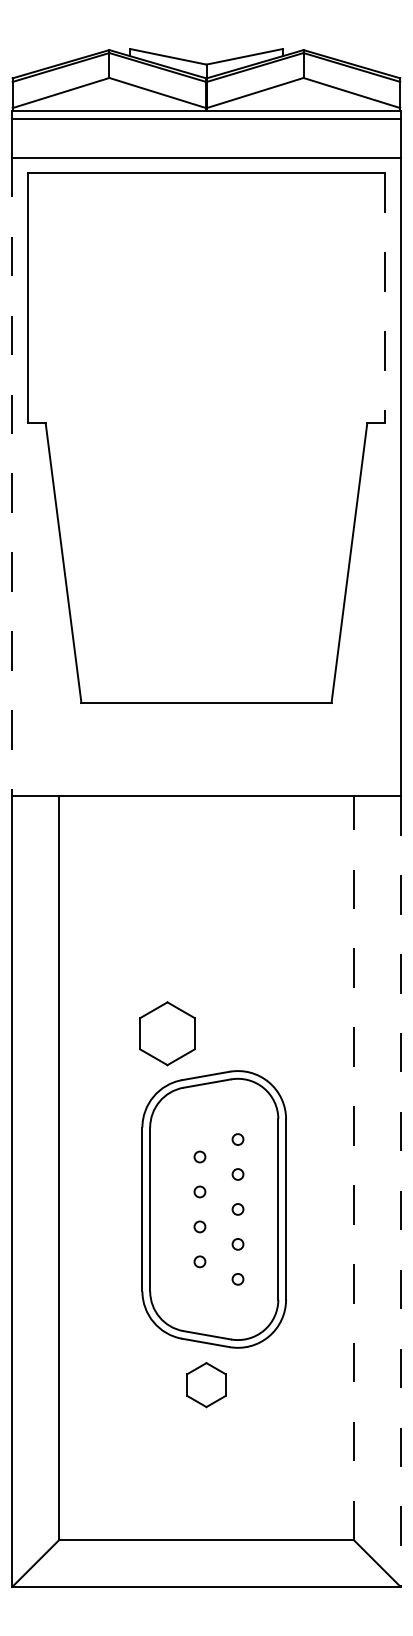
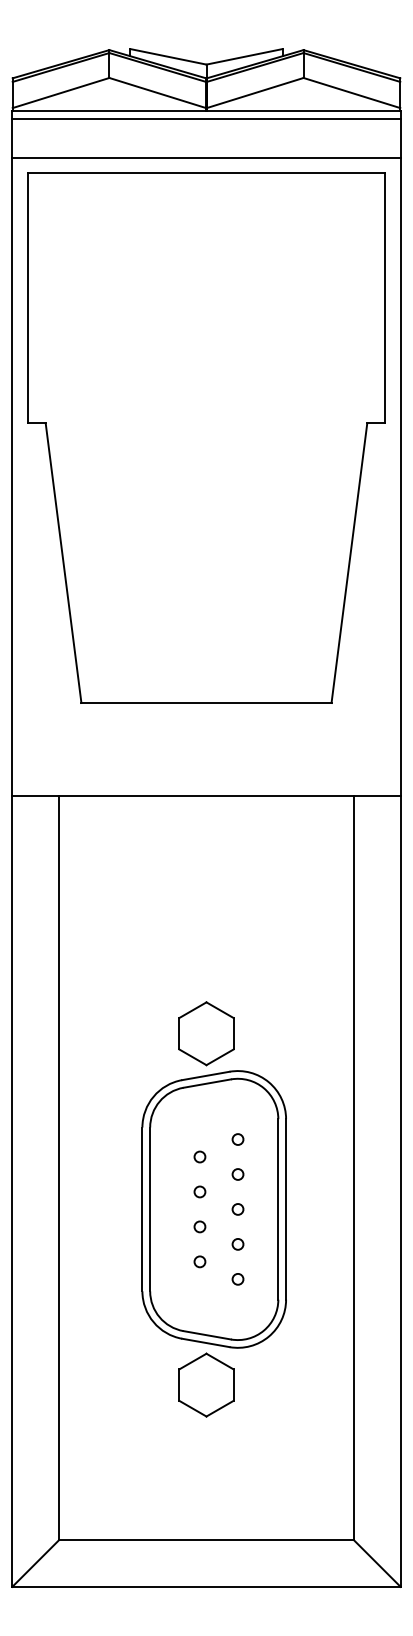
line at (385, 298): dashed -> solid
line at (12, 477): dashed -> solid
part at (167, 1033) position: (167, 1033) -> (206, 1033)
line at (354, 1167): dashed -> solid
line at (400, 1192): dashed -> solid
part at (206, 1385) size: 41x47 px -> 57x66 px
